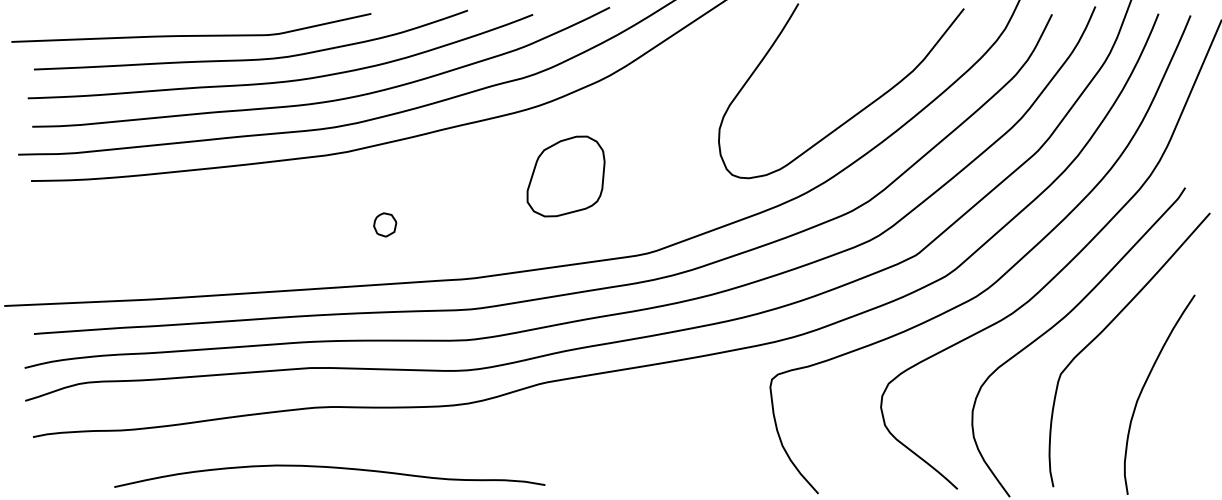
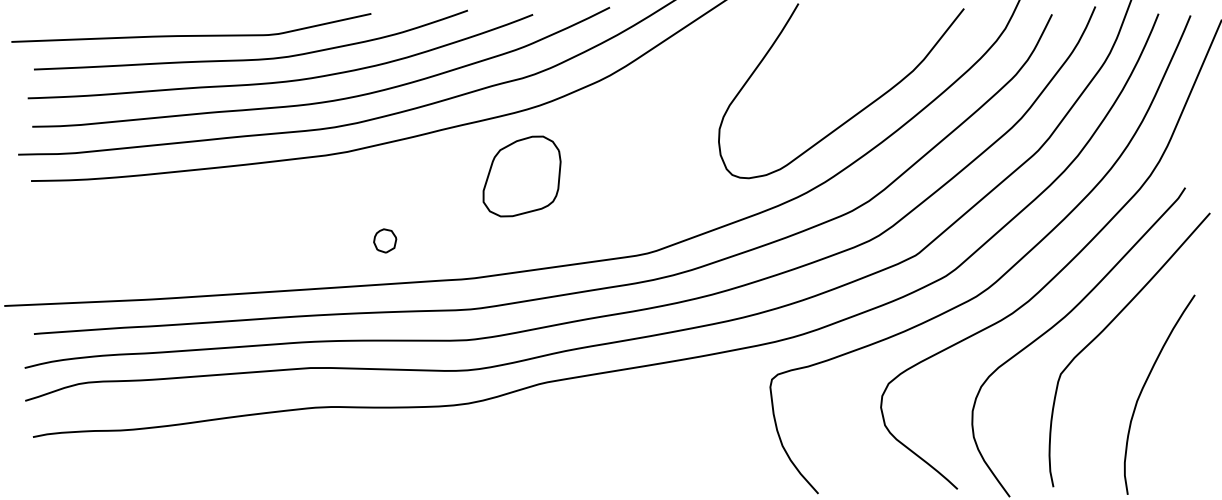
part at (565, 176) position: (565, 176) -> (521, 176)
part at (385, 224) position: (385, 224) -> (385, 240)
curve at (329, 468): present -> none
